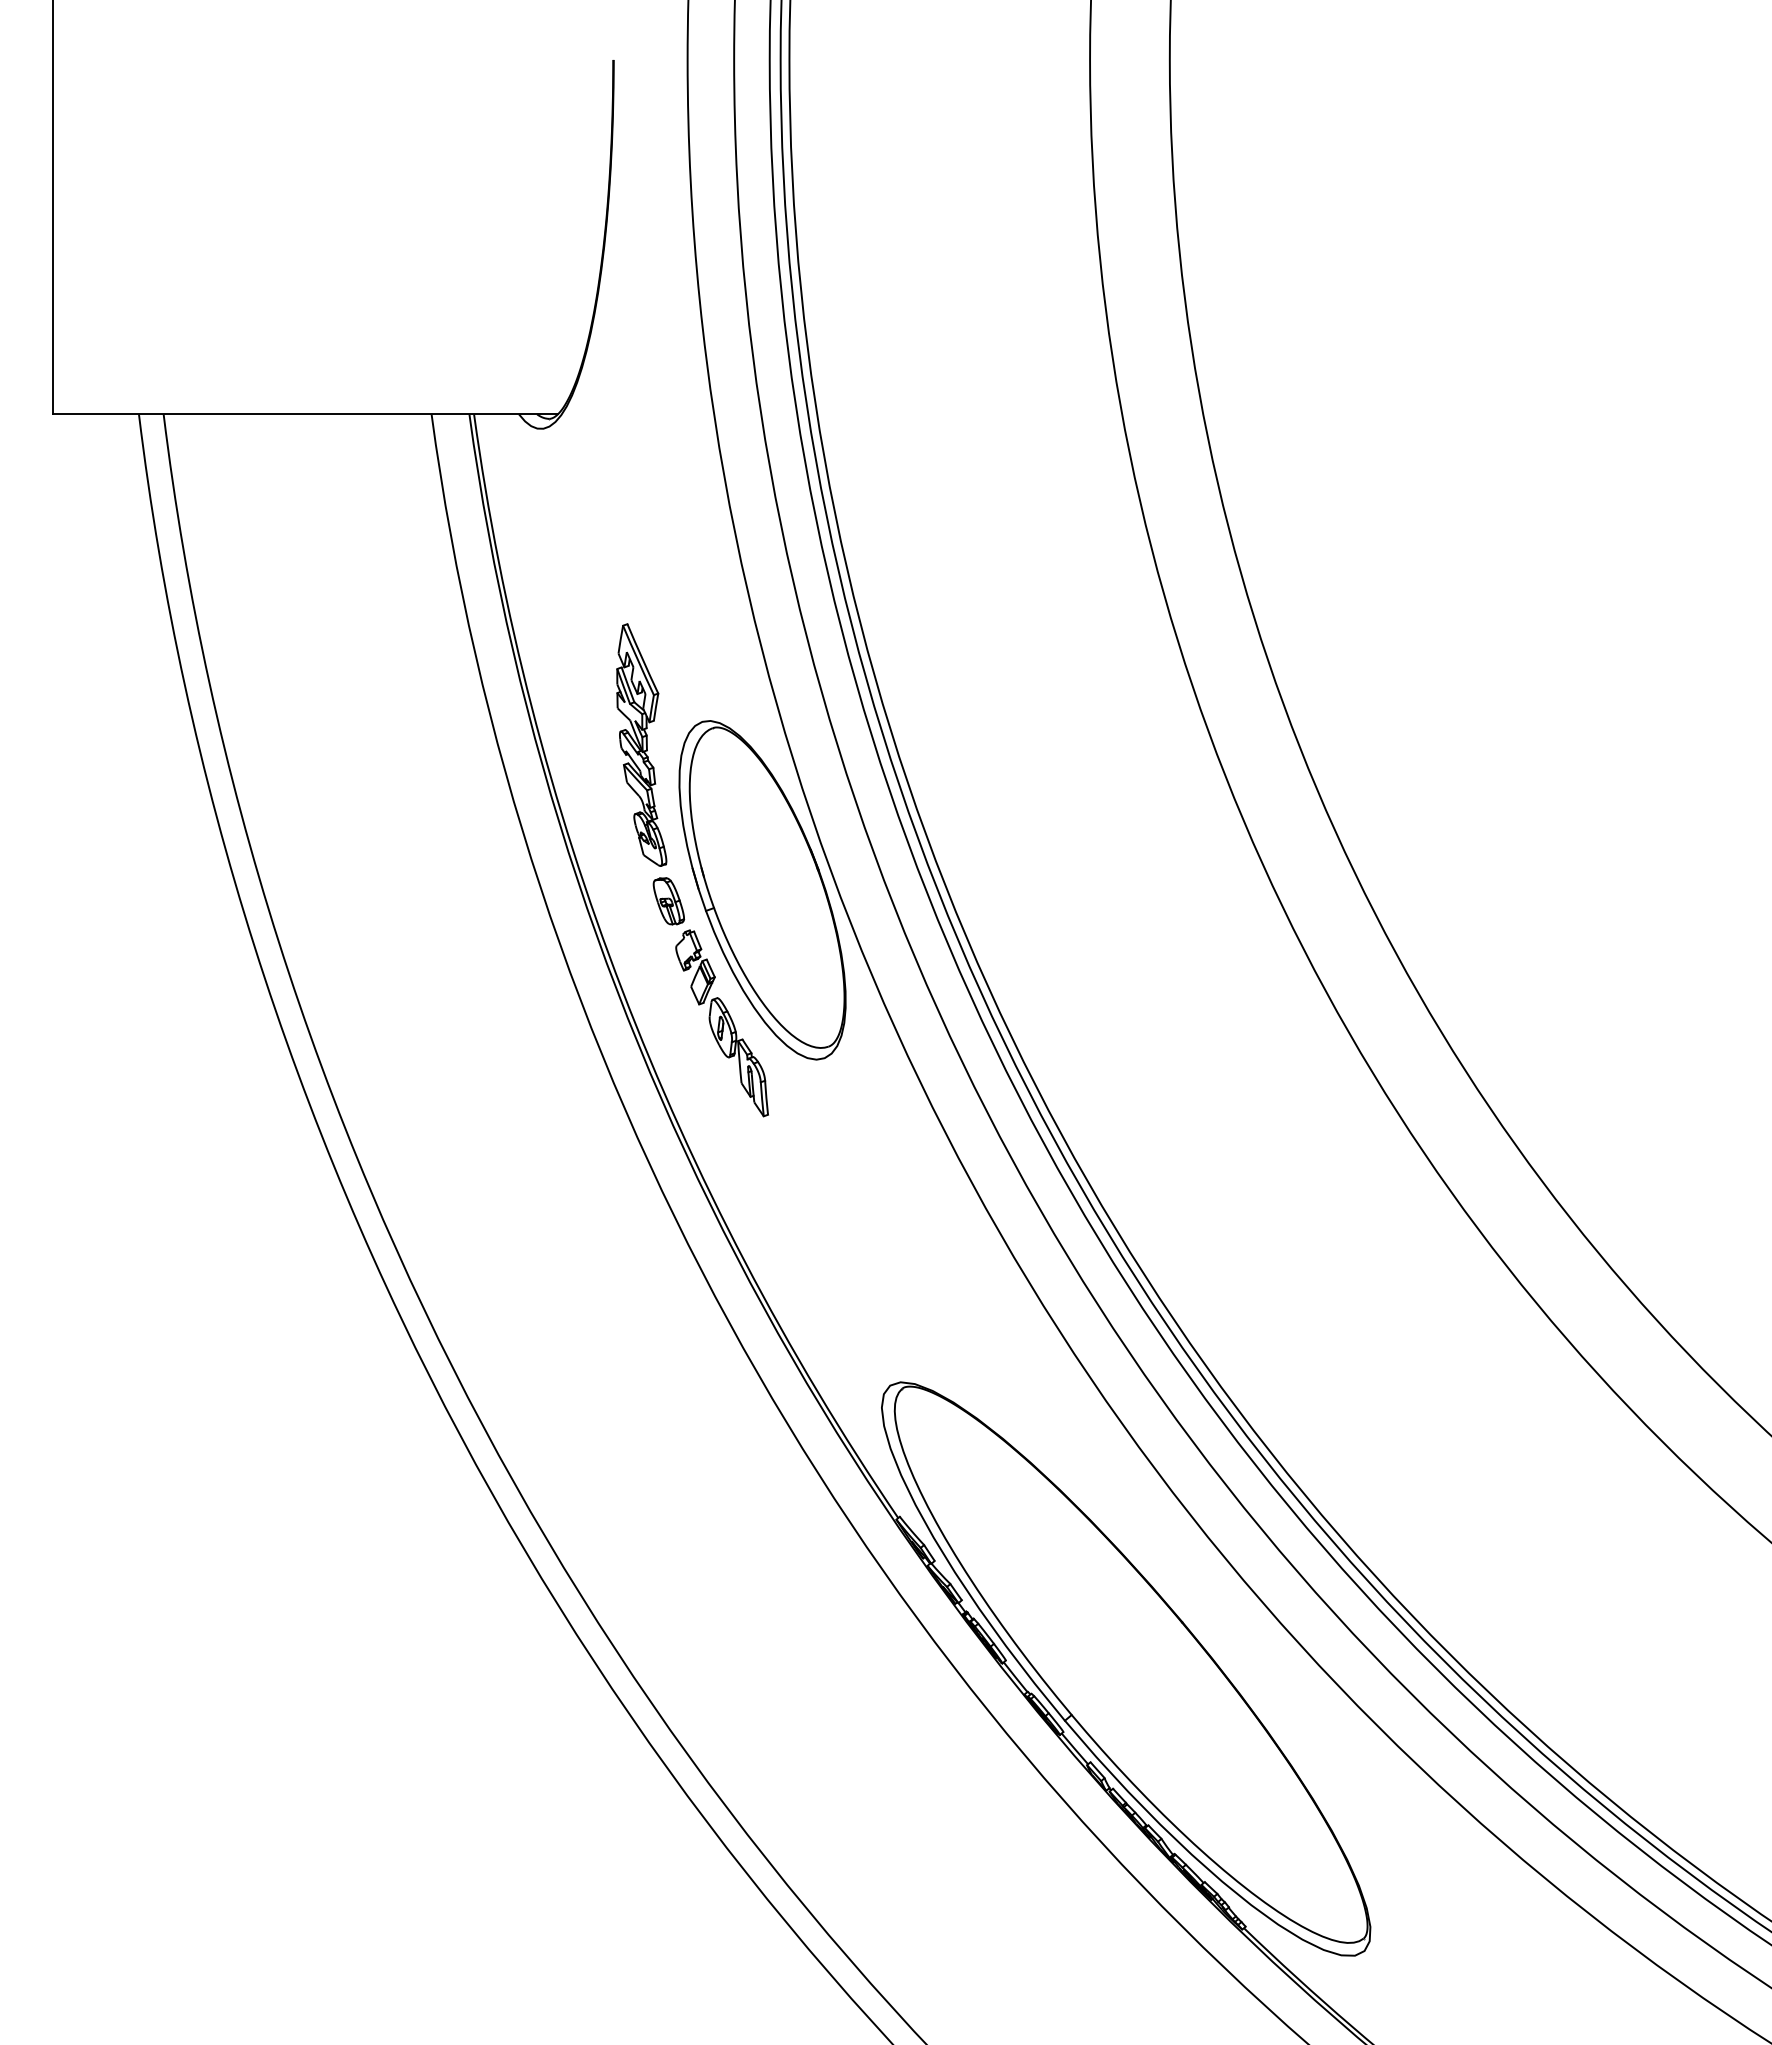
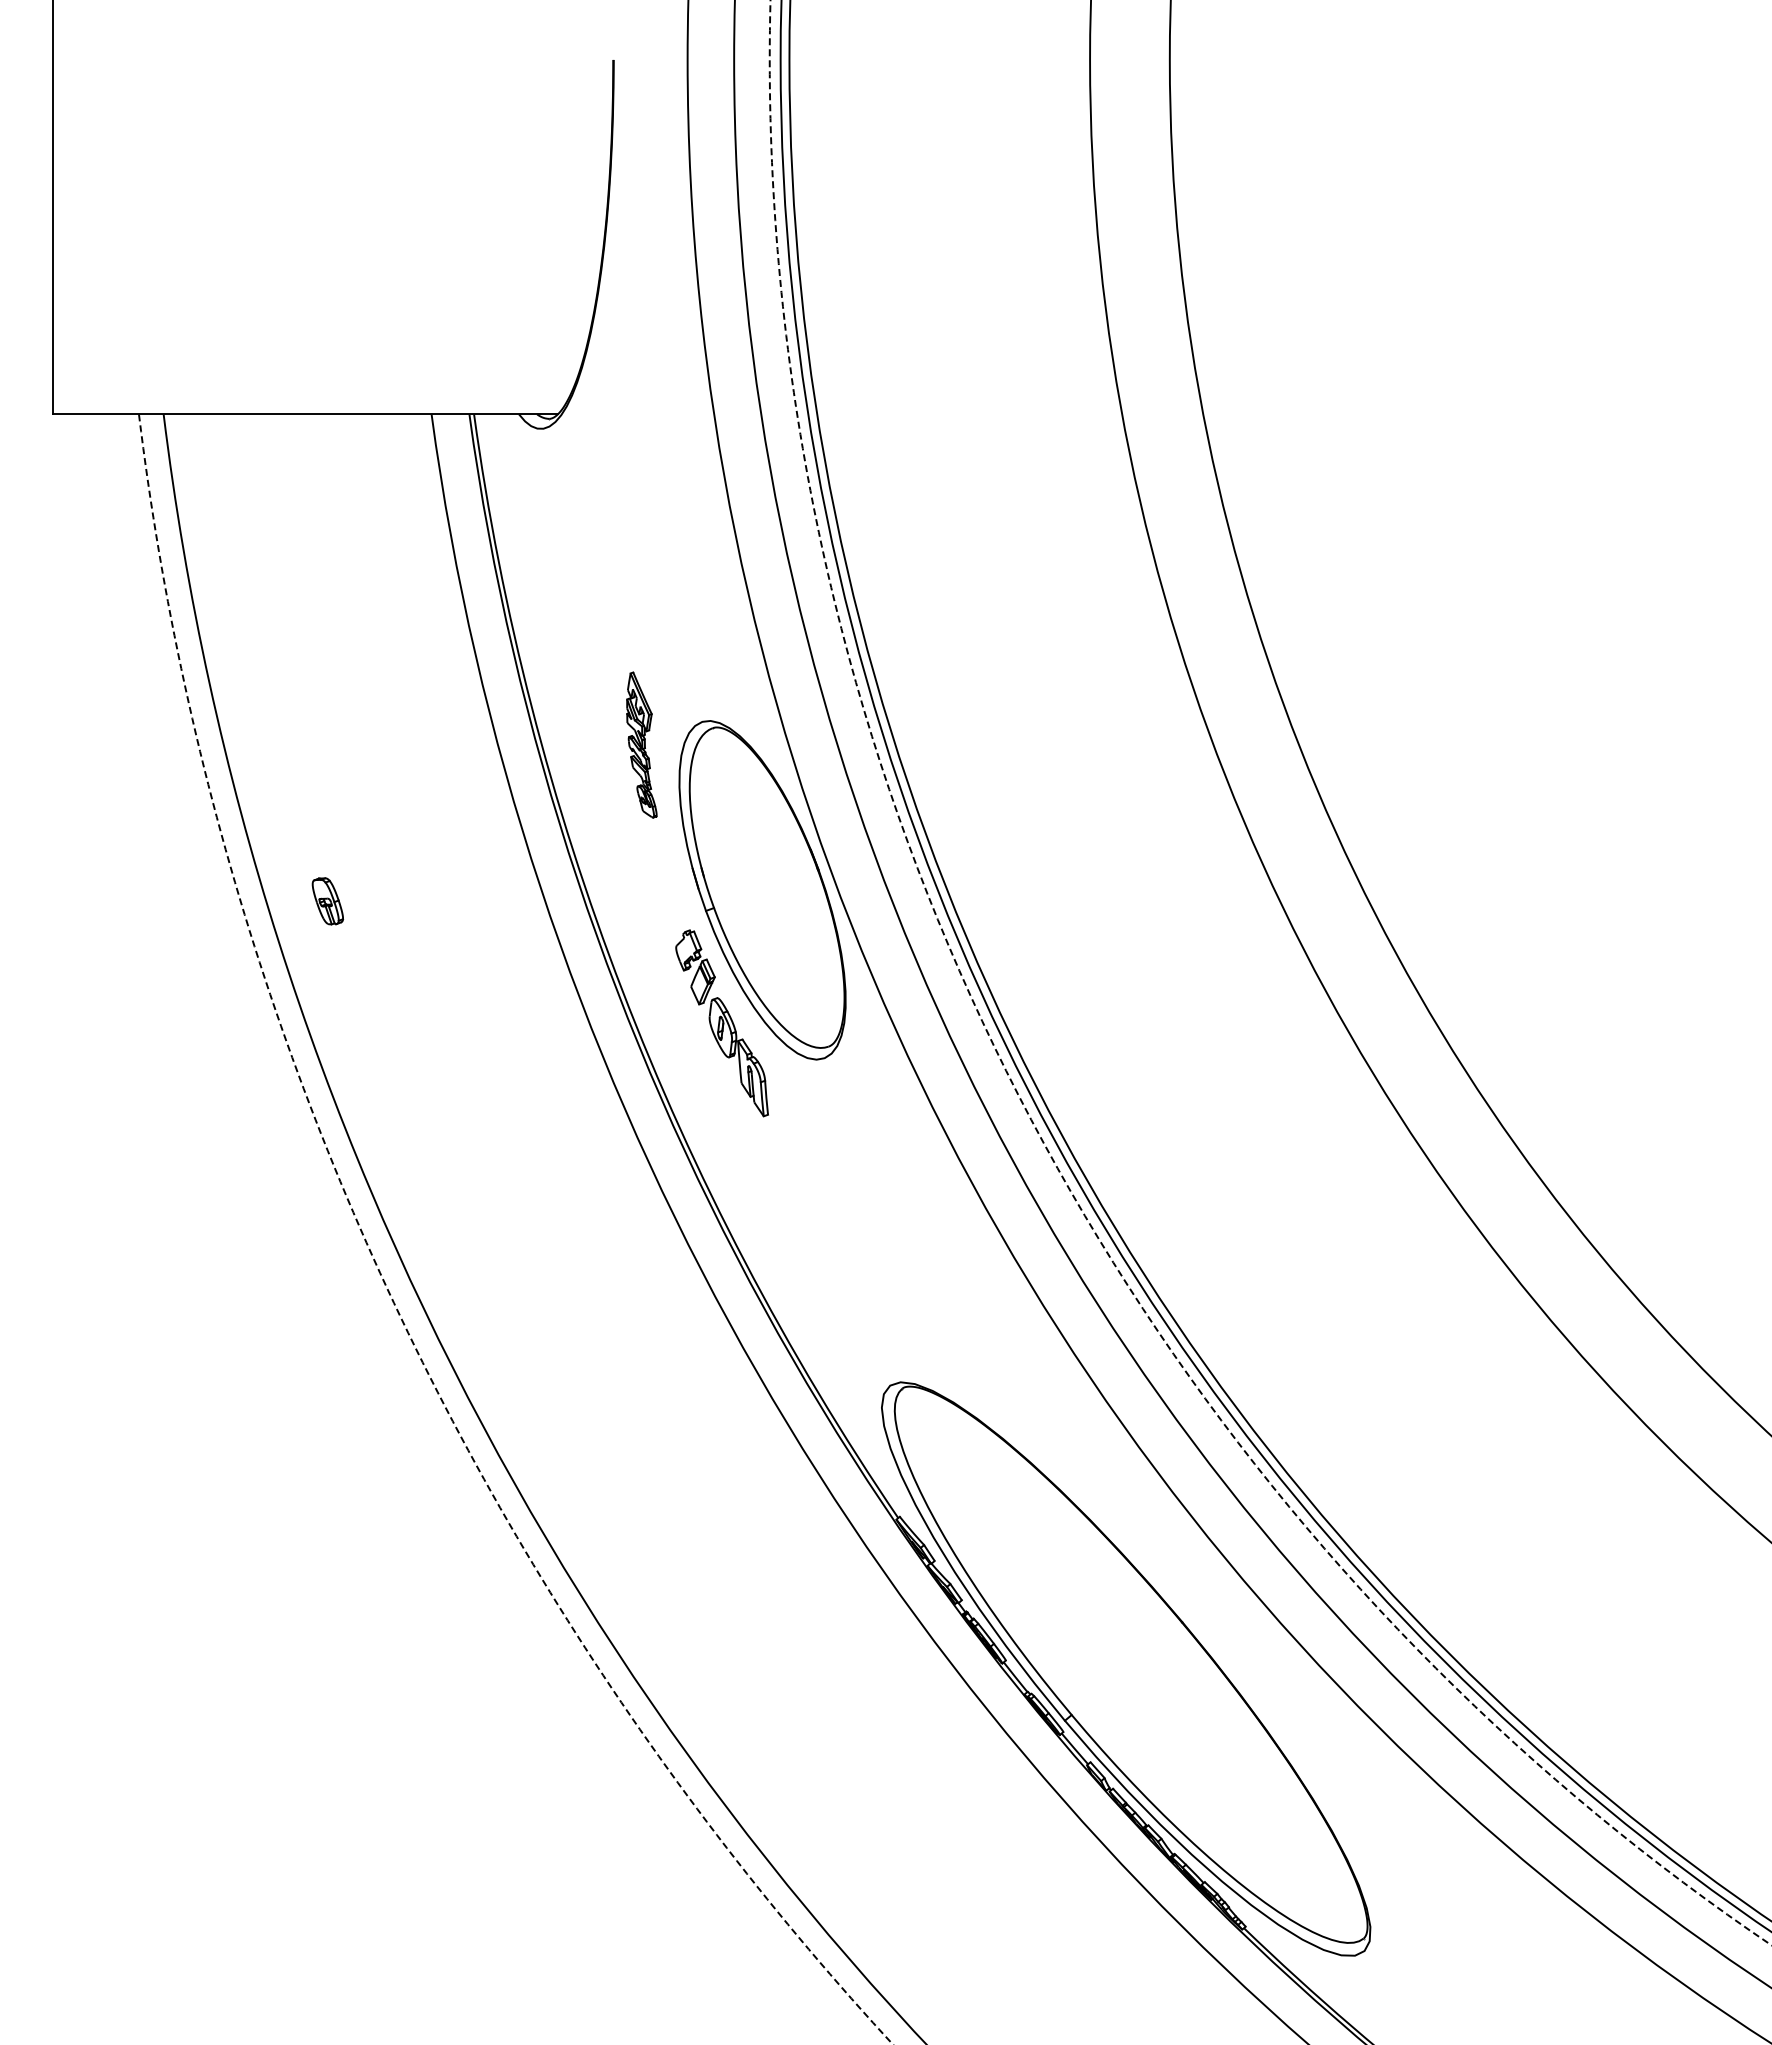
part at (641, 744) size: 52x244 px -> 32x148 px
part at (668, 901) position: (668, 901) -> (327, 901)
circle at (1270, 972): solid -> dashed
arc at (388, 1290): solid -> dashed
